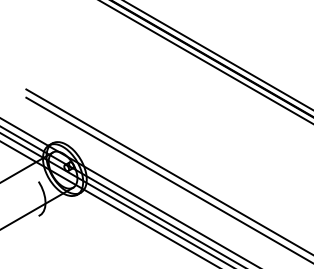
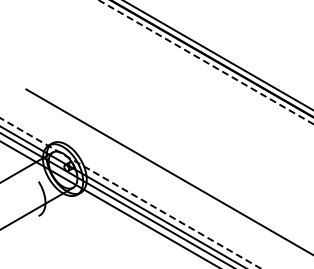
line at (206, 62): solid -> dashed
line at (168, 179): present -> none
line at (131, 193): solid -> dashed
